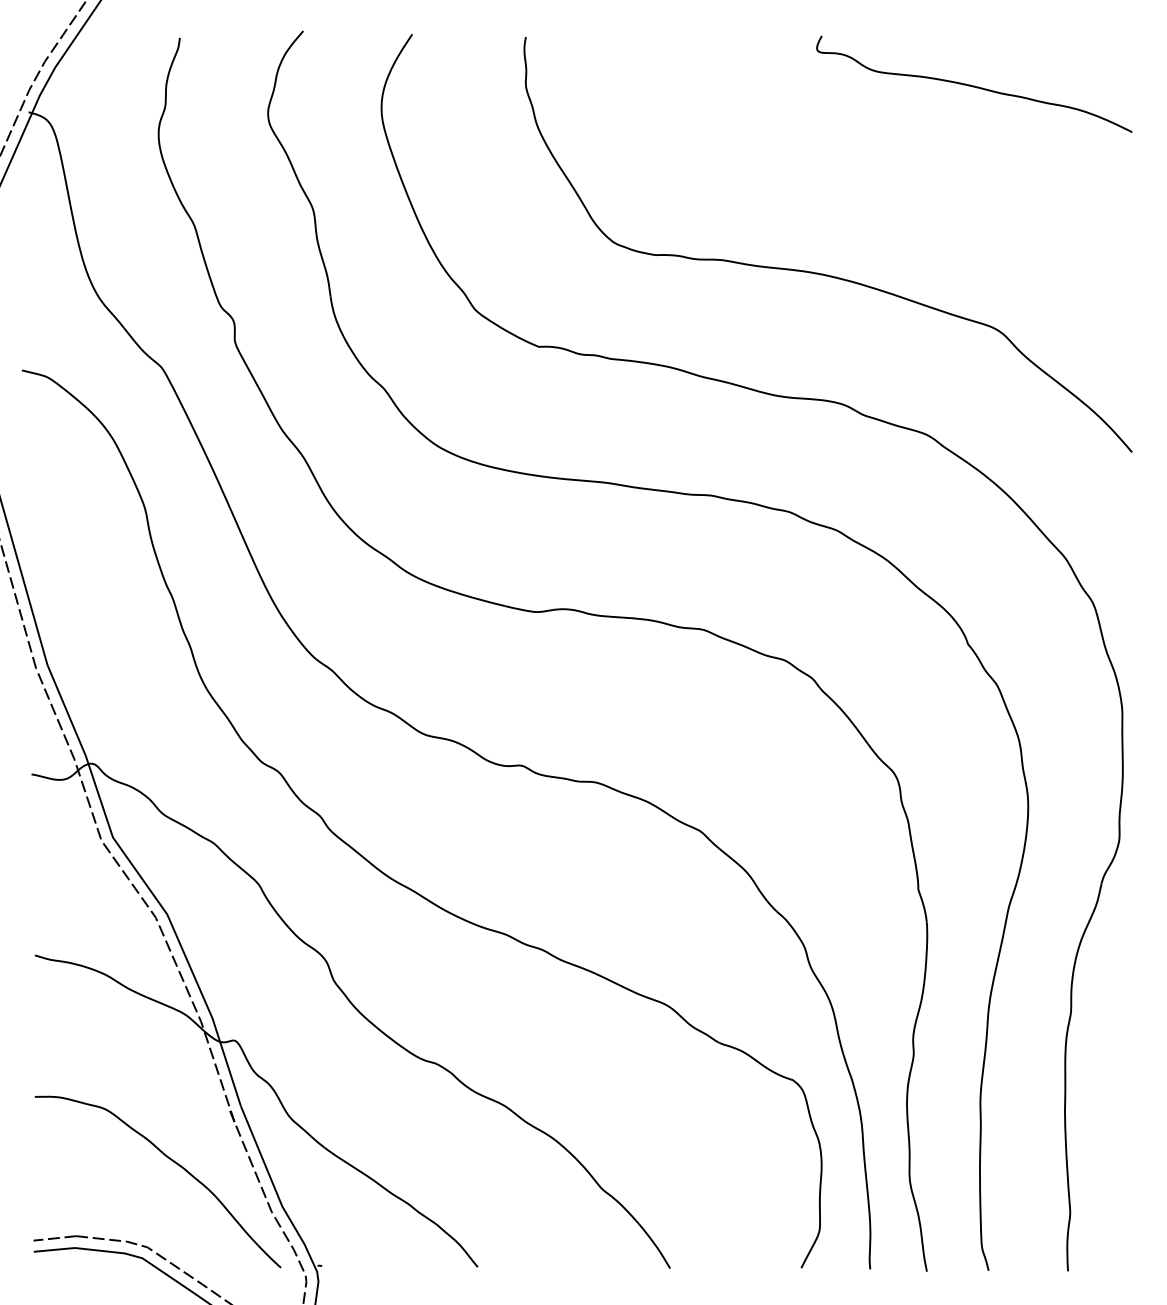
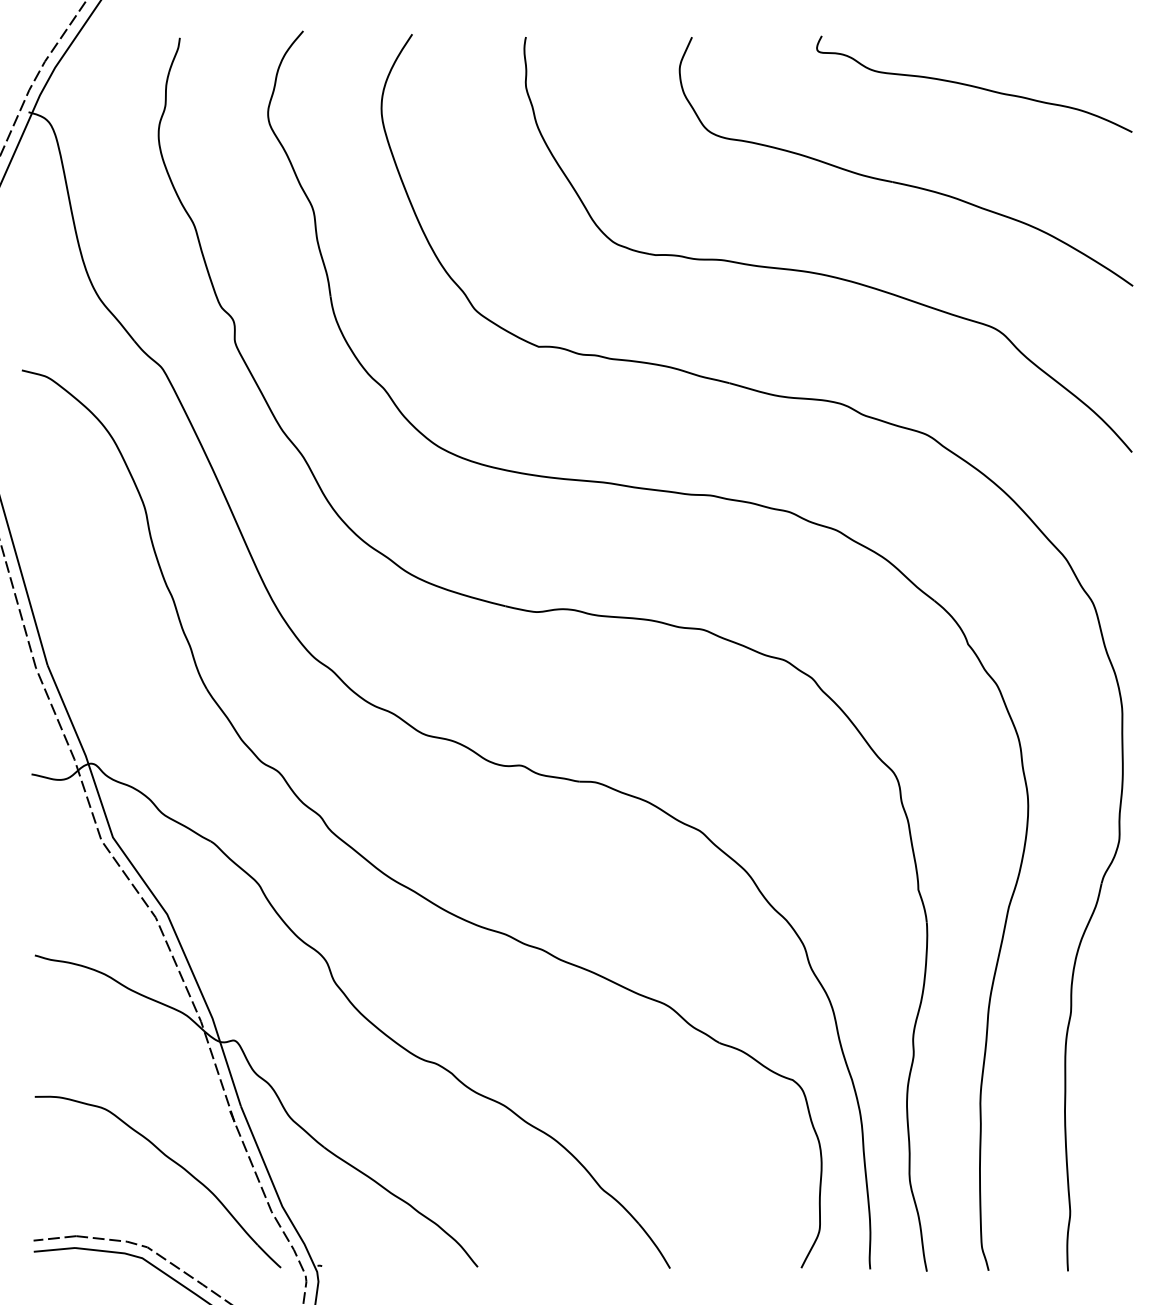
part at (900, 182): none -> present
